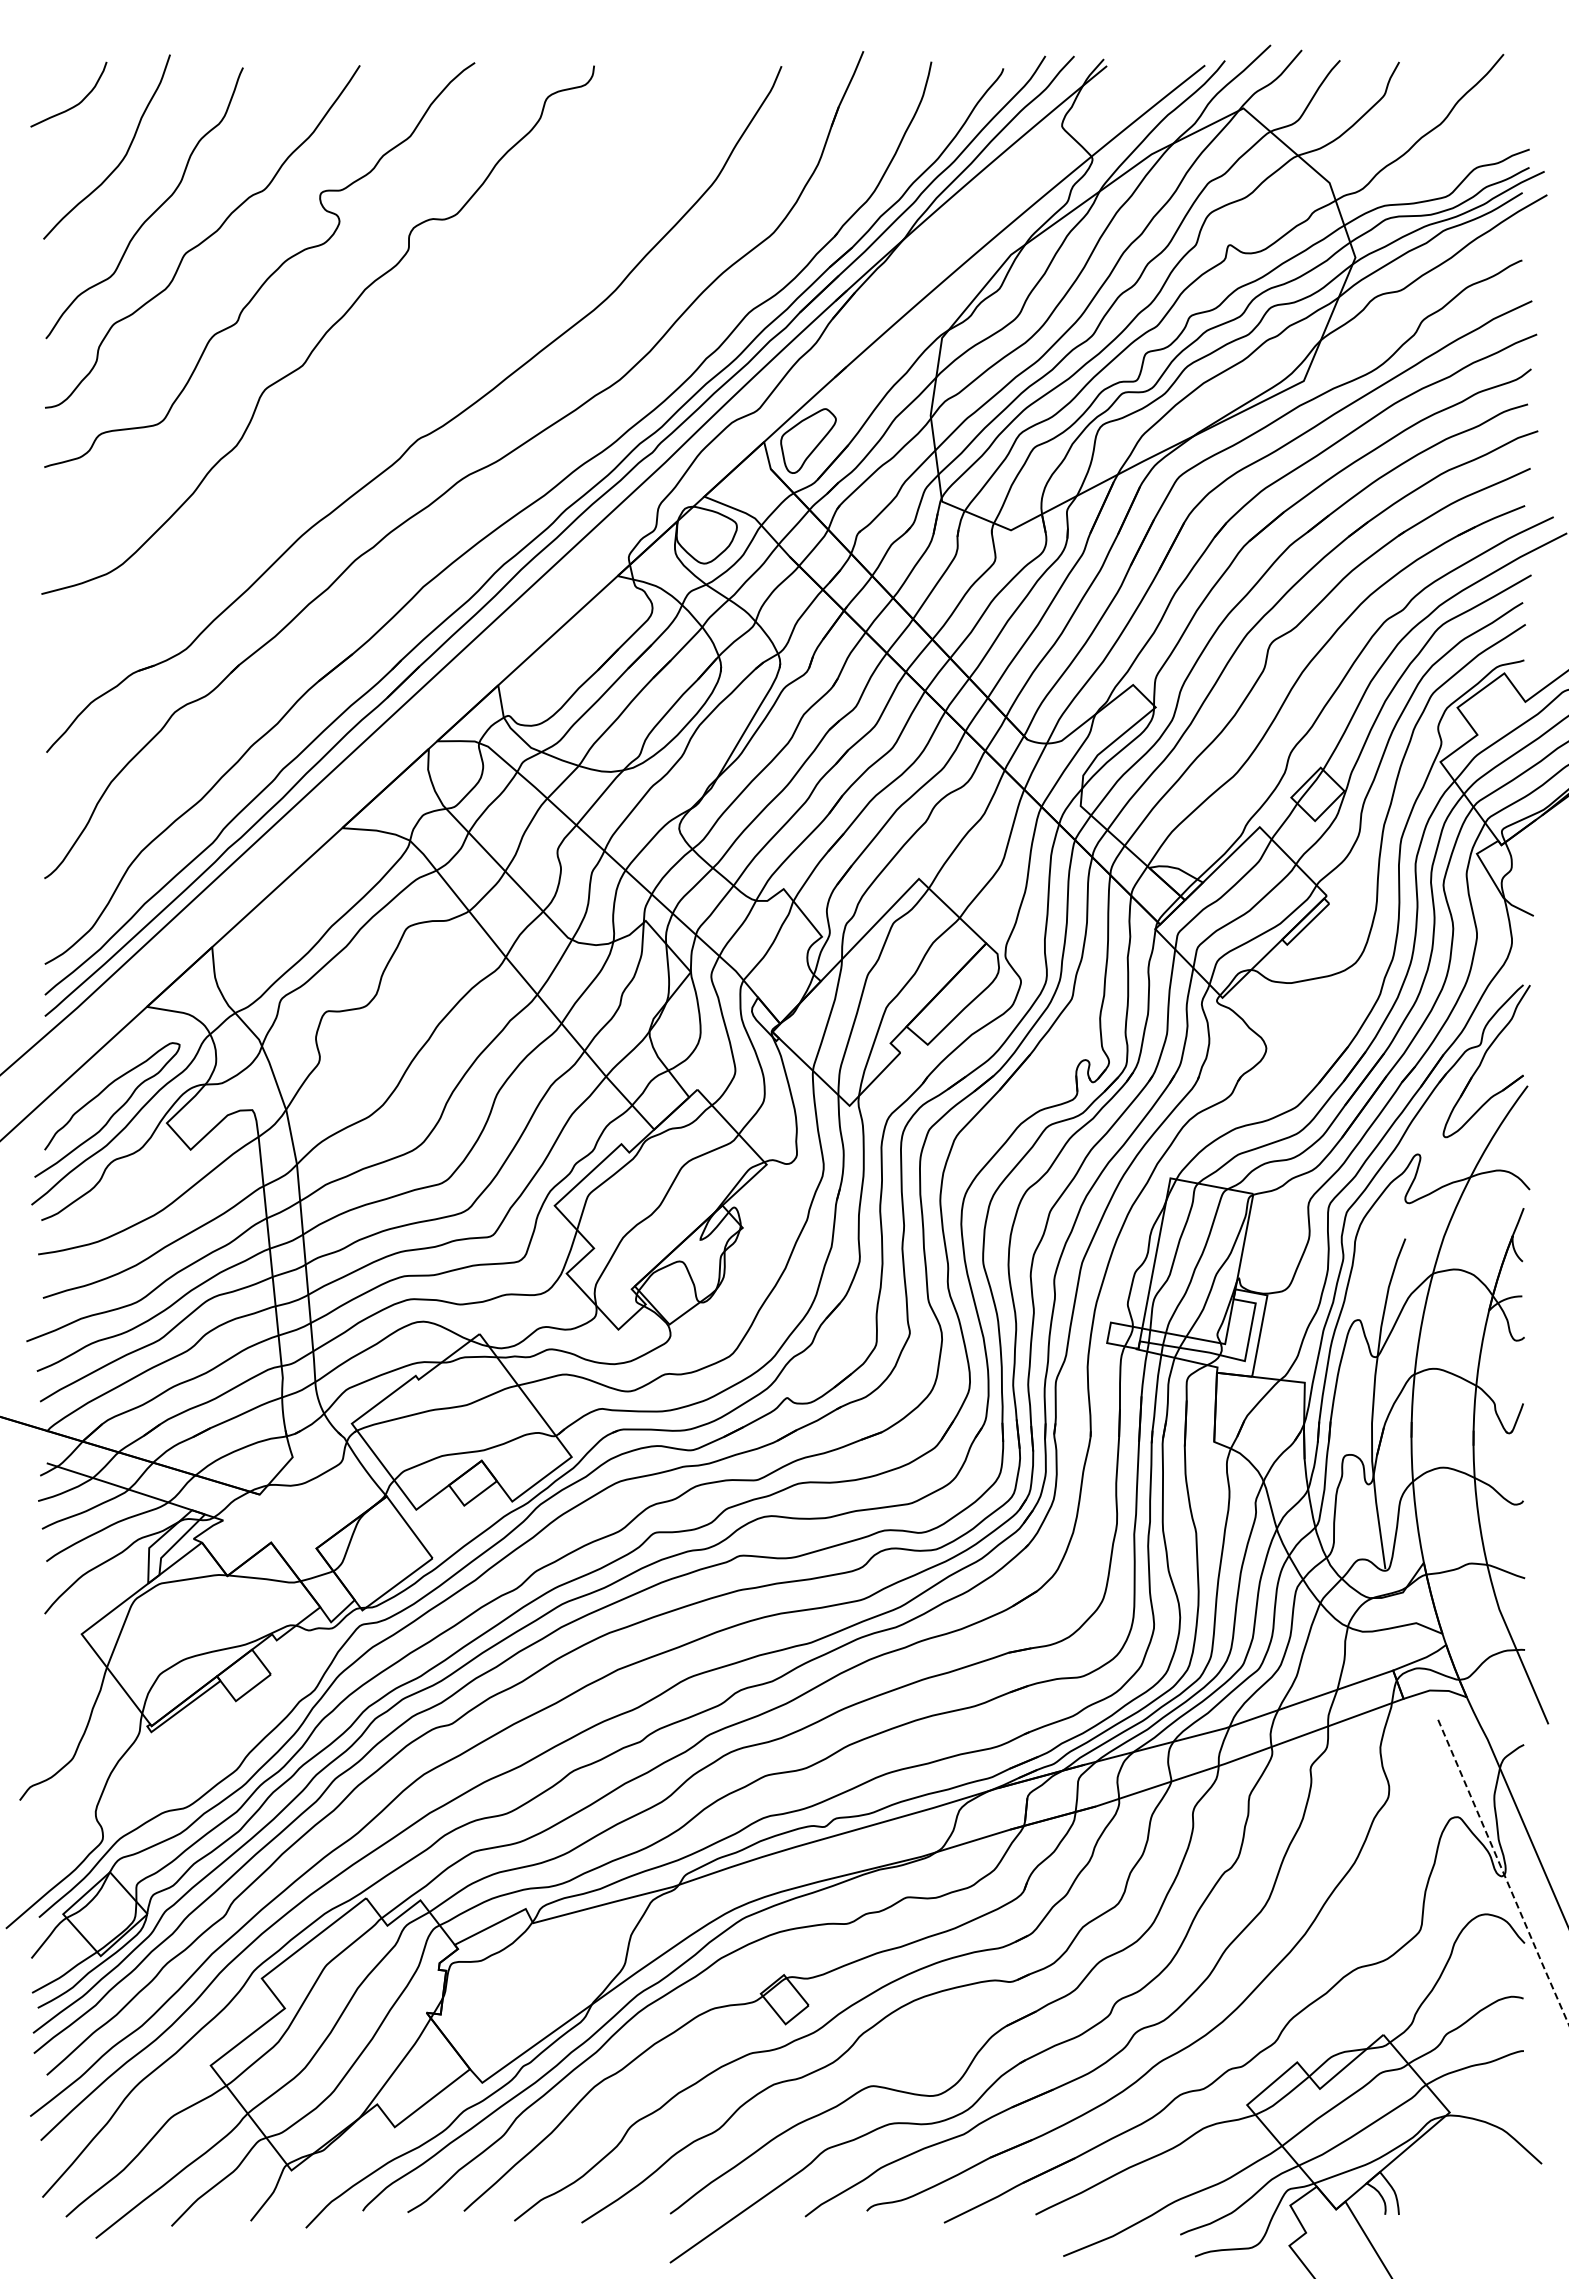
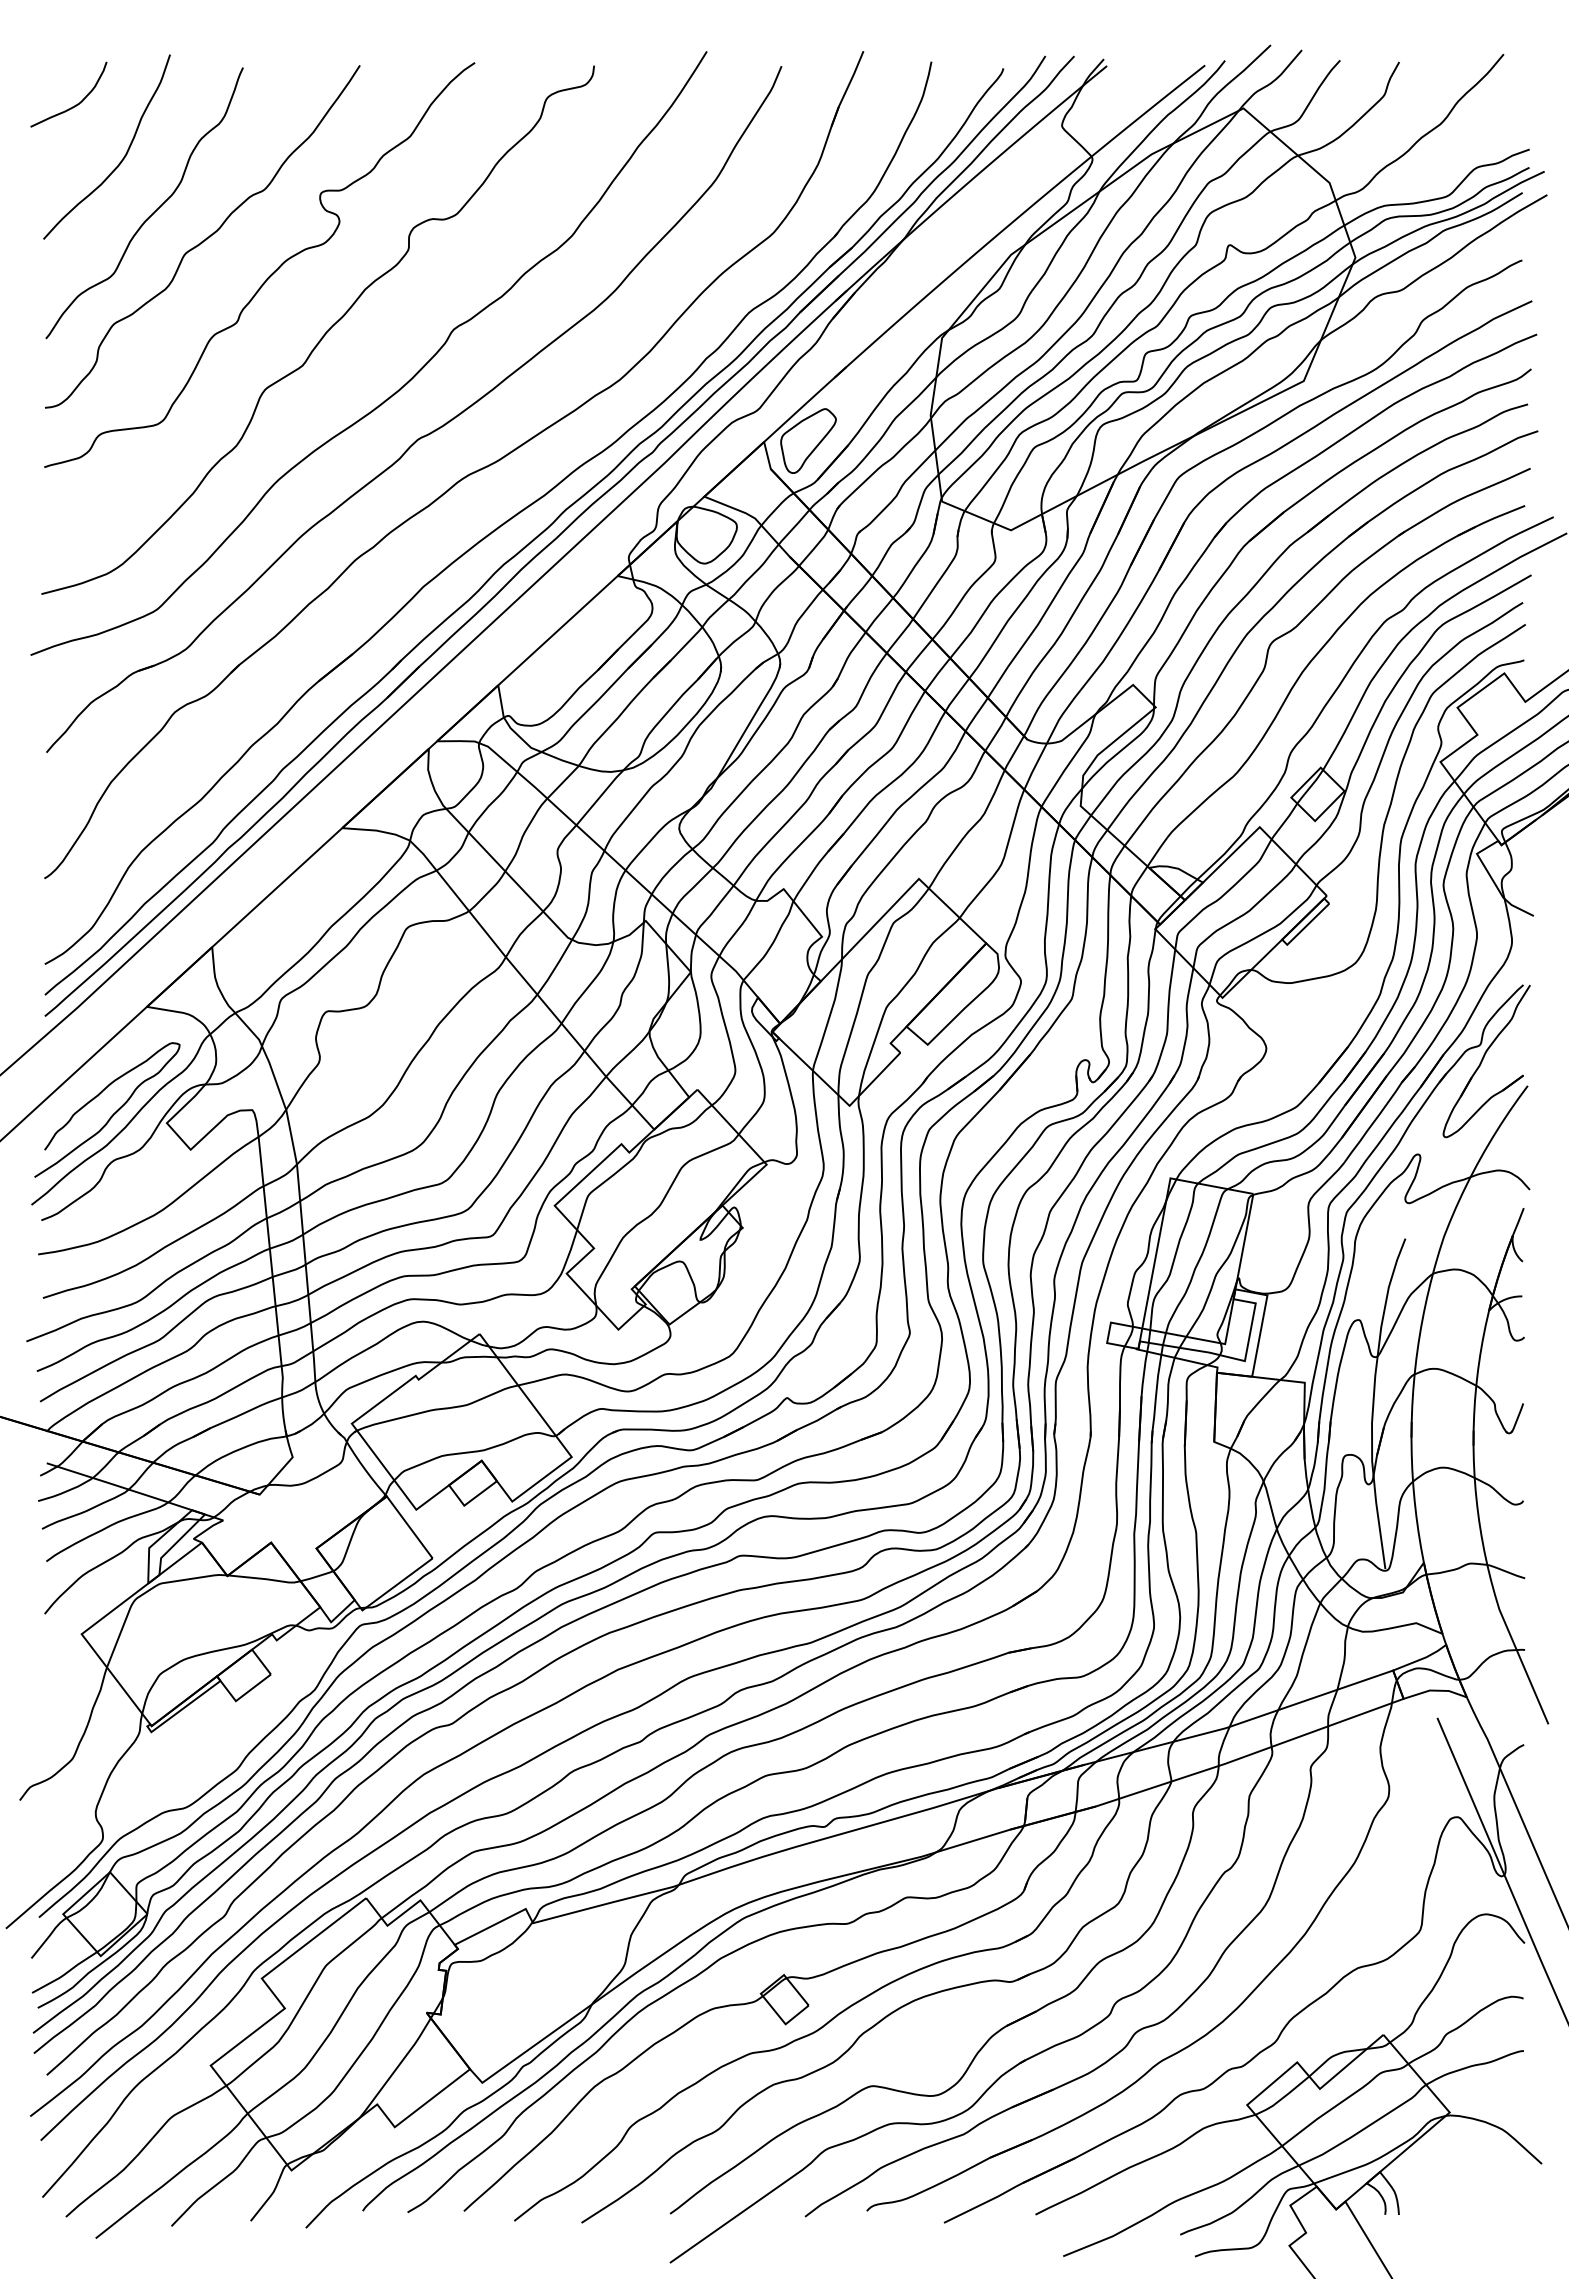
curve at (401, 386): none -> present
line at (1503, 1871): dashed -> solid
